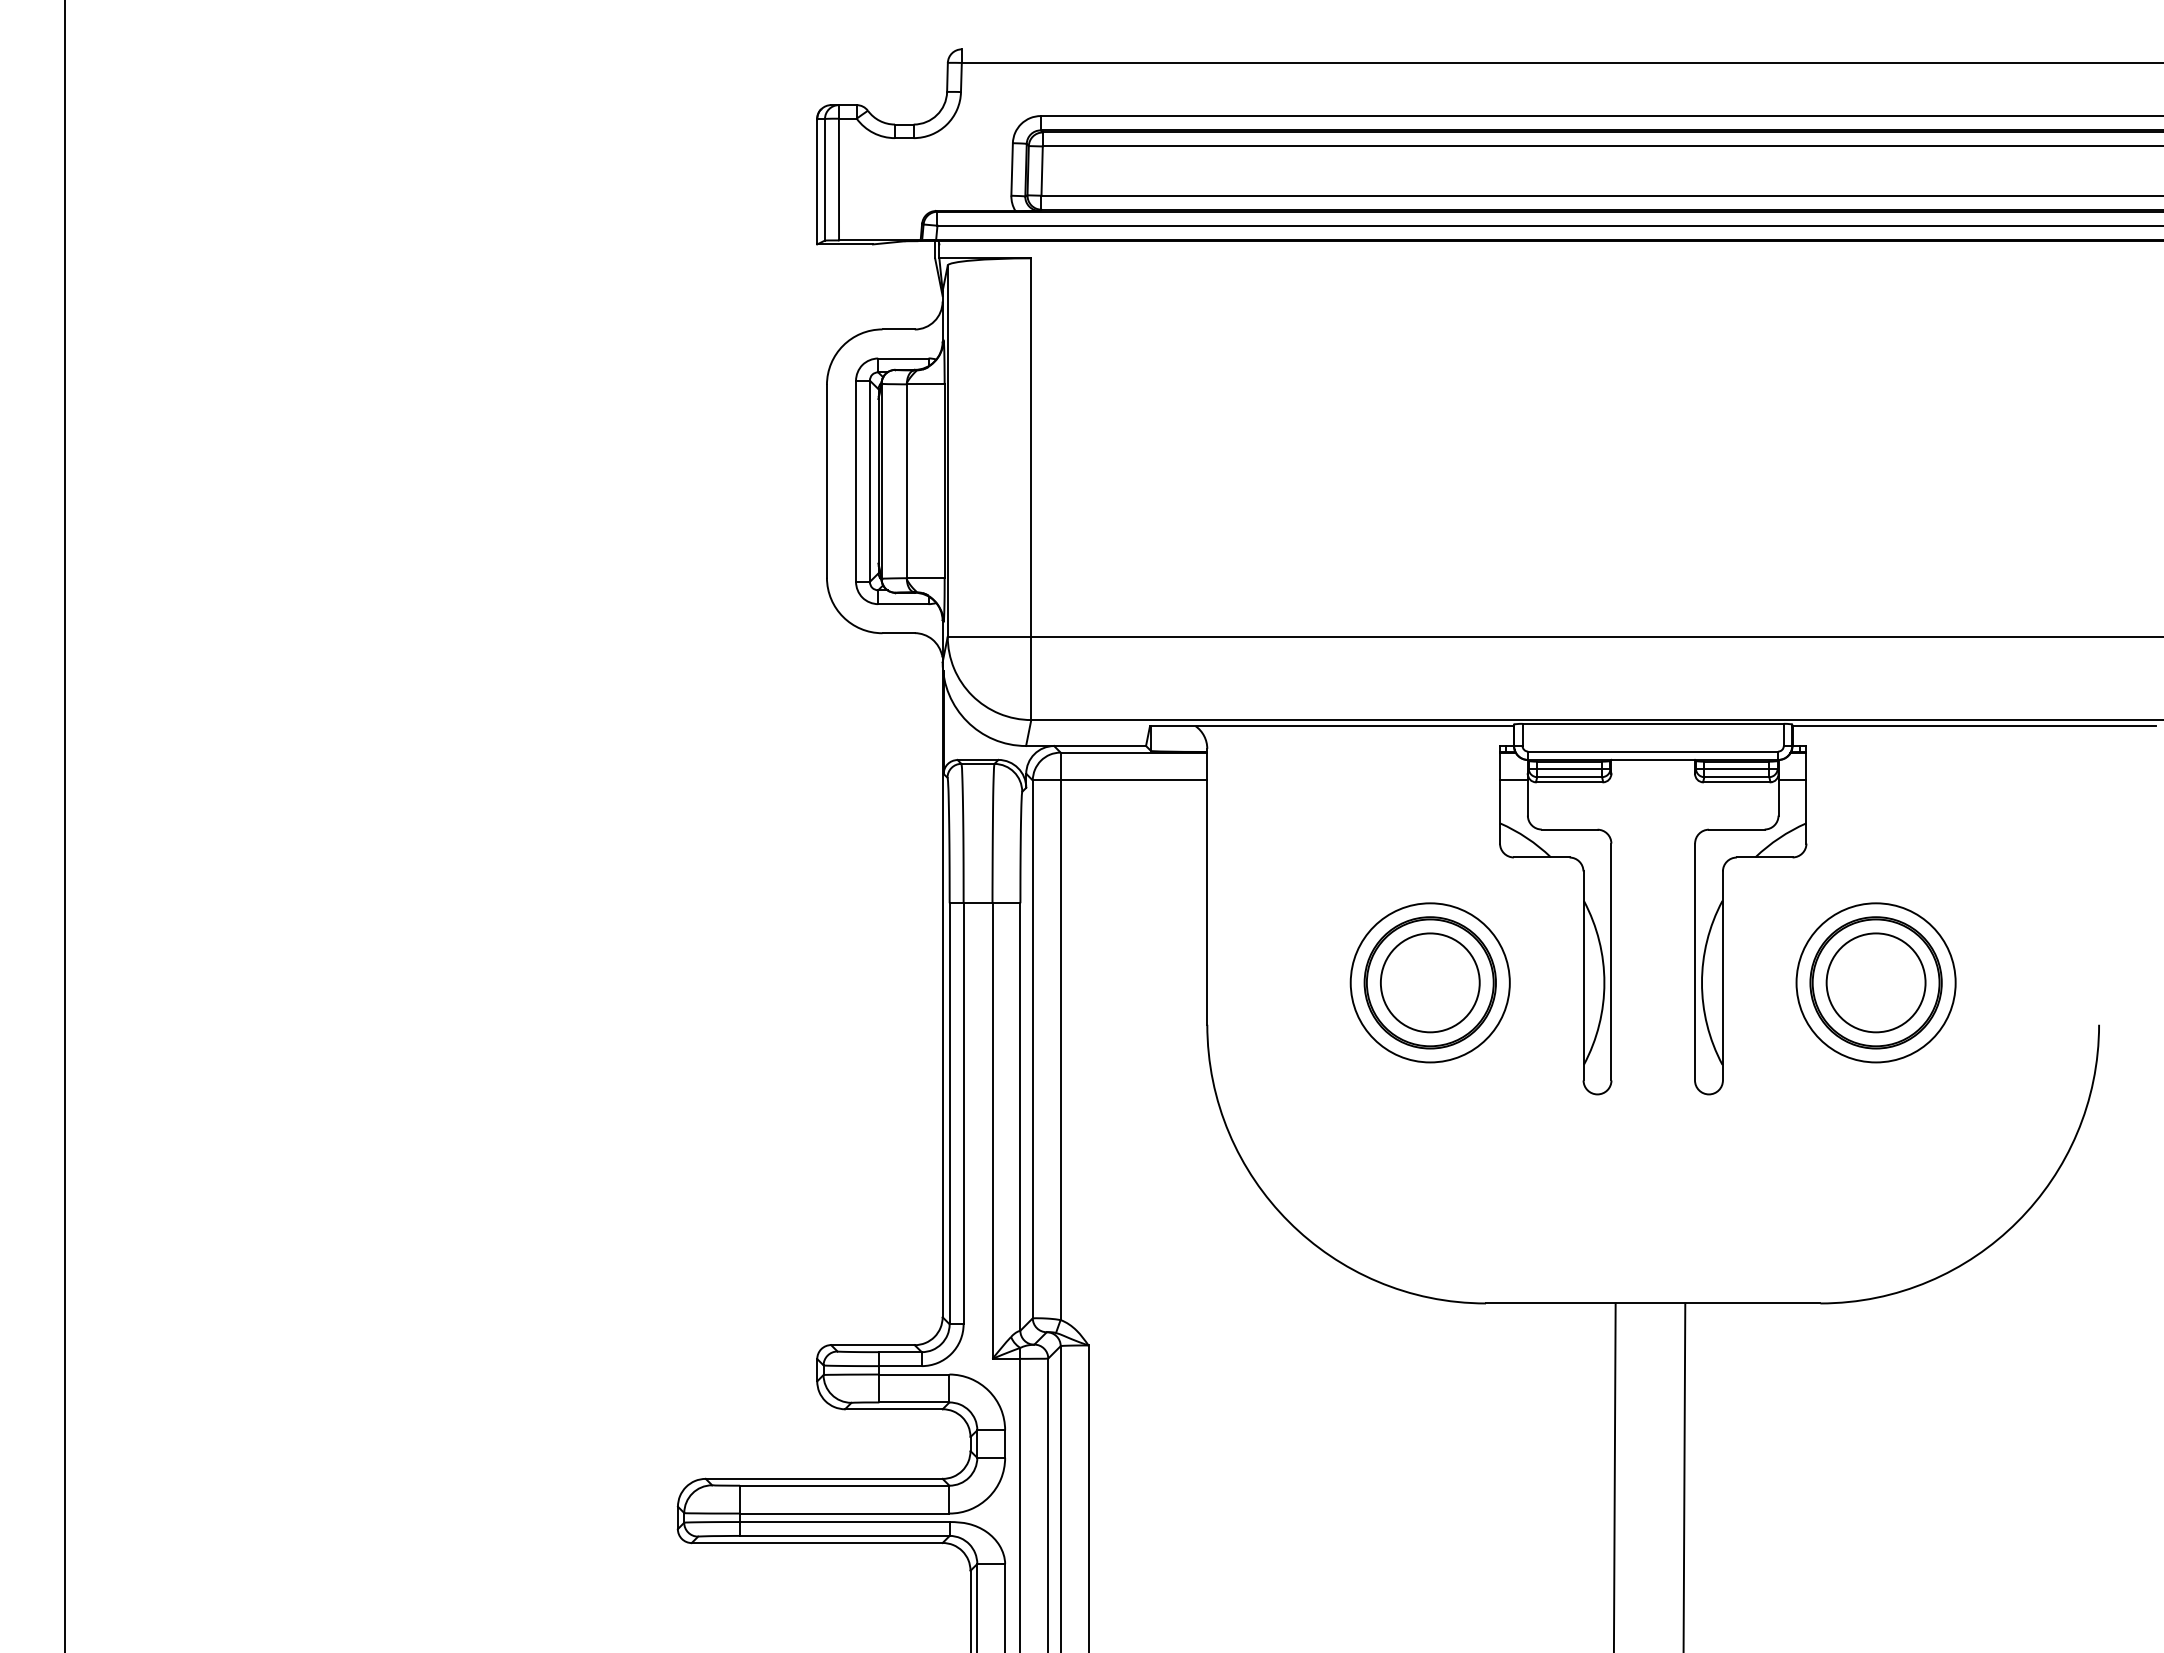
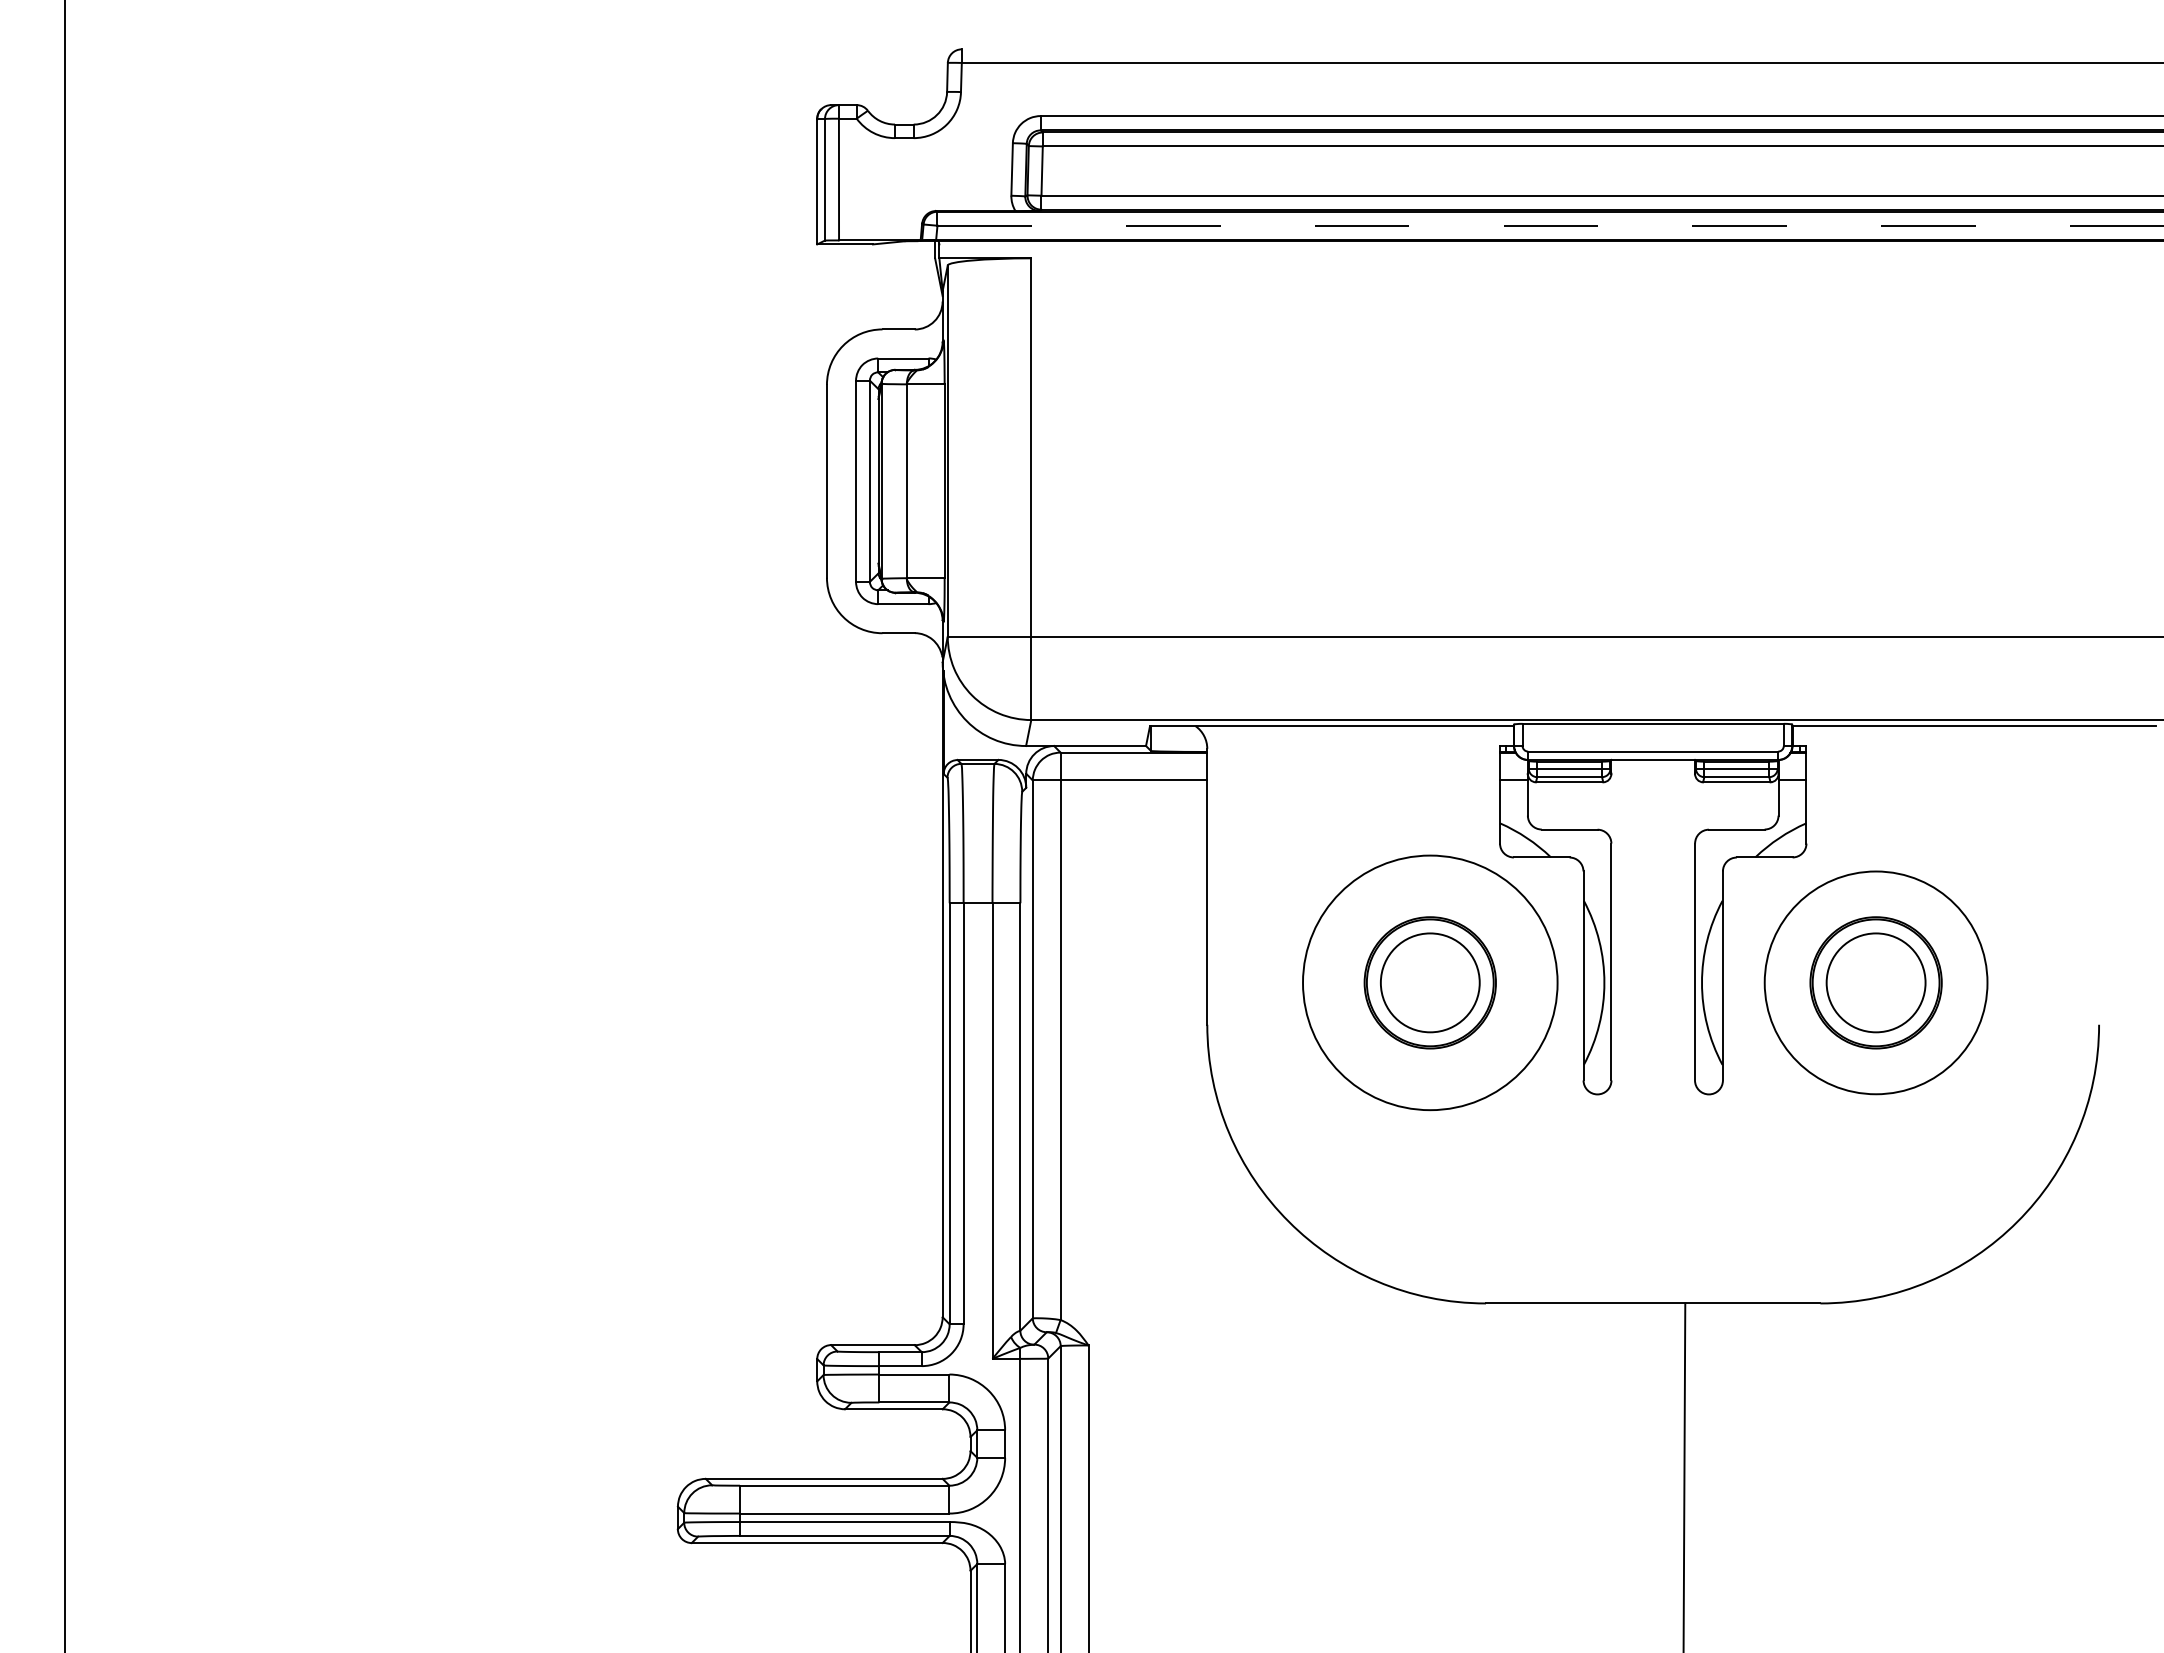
line at (1550, 225): solid -> dashed
circle at (1429, 982) diameter: 159 px -> 255 px
circle at (1875, 982) diameter: 159 px -> 223 px
line at (1614, 1476): present -> none
